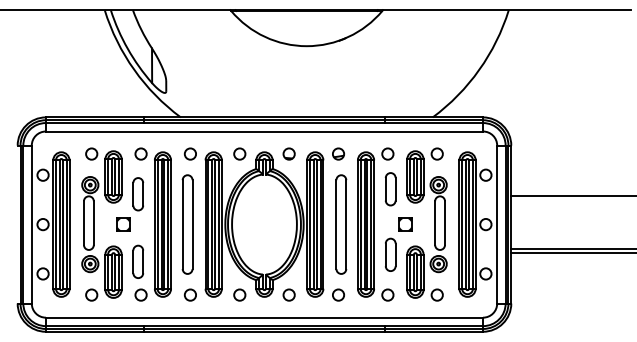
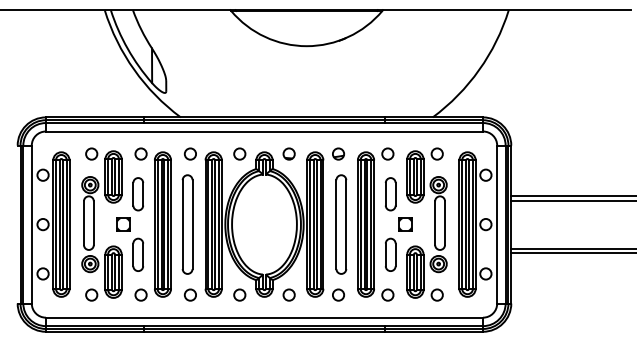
part at (390, 189) position: (390, 189) -> (390, 194)
line at (572, 200): none -> present
part at (137, 261) position: (137, 261) -> (137, 254)
